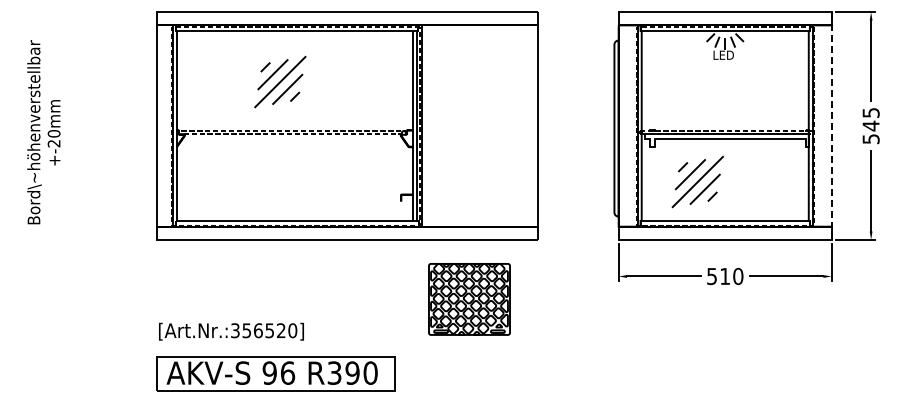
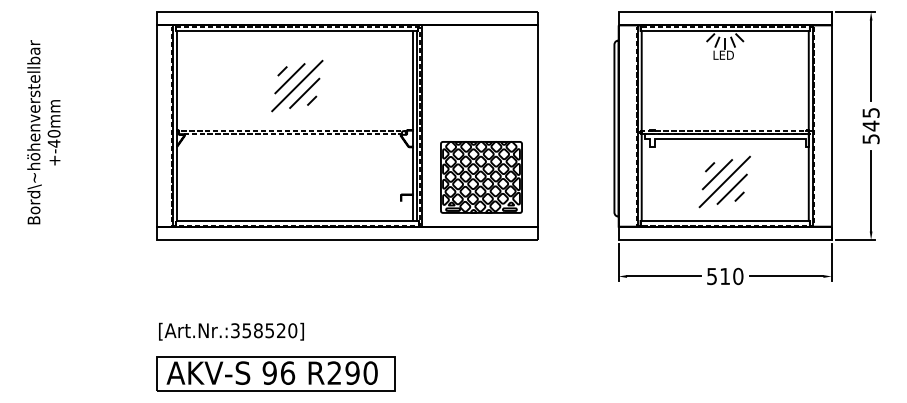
part at (280, 81) position: (280, 81) -> (297, 85)
line at (831, 126): dashed -> solid
text at (53, 143): +-20mm -> +-40mm
part at (697, 181) position: (697, 181) -> (724, 181)
part at (469, 299) position: (469, 299) -> (481, 177)
text at (258, 330): [Art.Nr.:356520] -> [Art.Nr.:358520]
text at (334, 372): R390 -> R290
